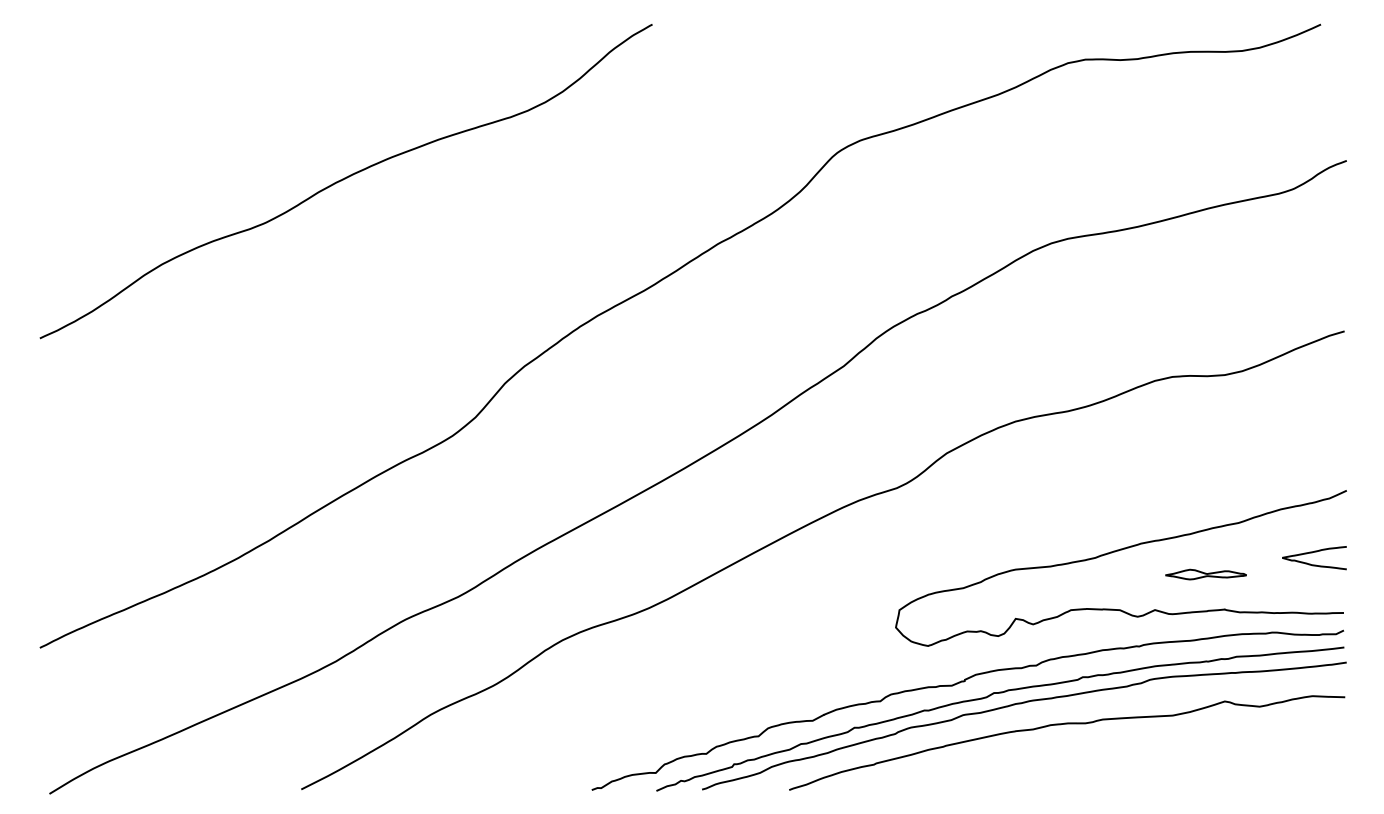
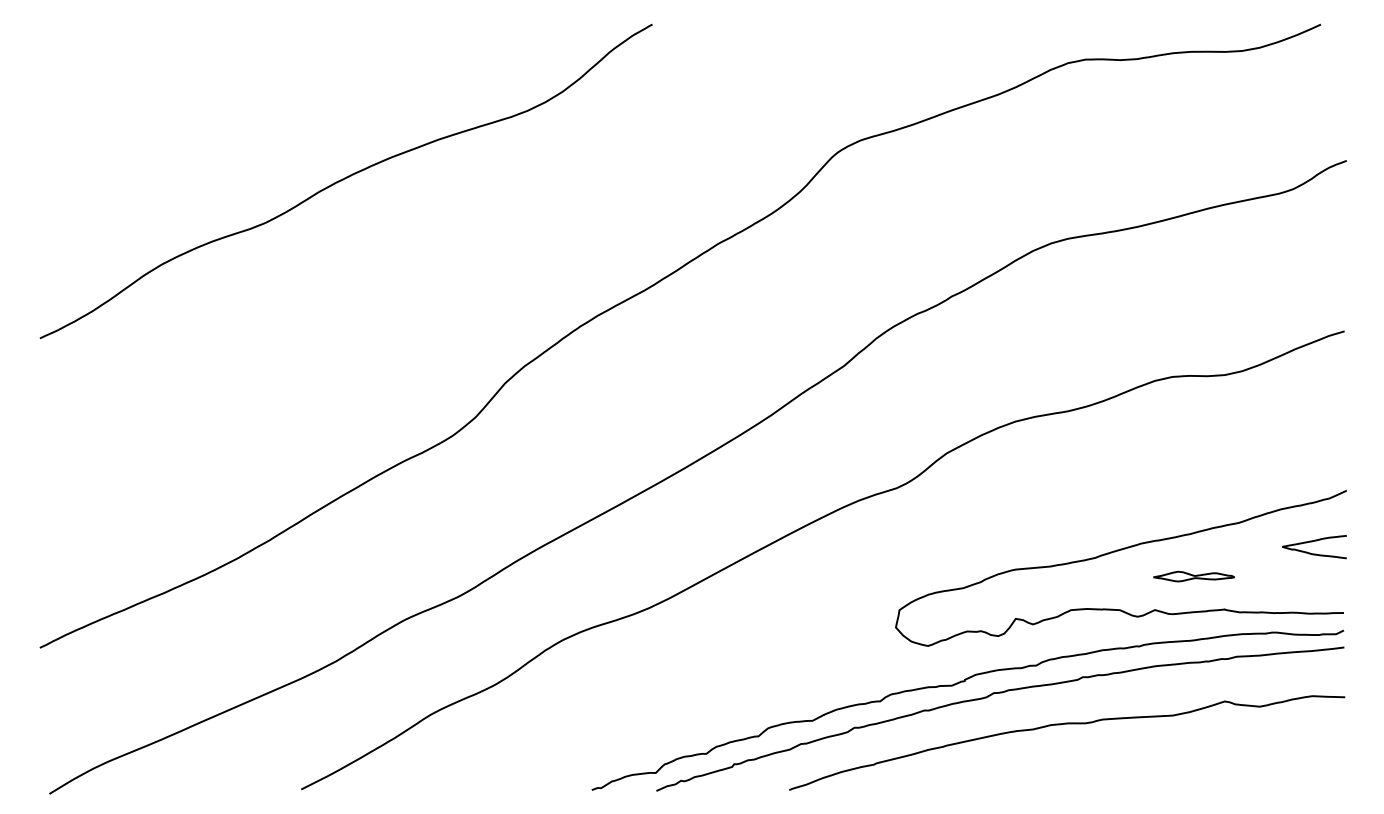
curve at (1312, 553) position: (1312, 553) -> (1312, 542)
part at (1205, 574) position: (1205, 574) -> (1193, 576)
curve at (1021, 704): present -> none
